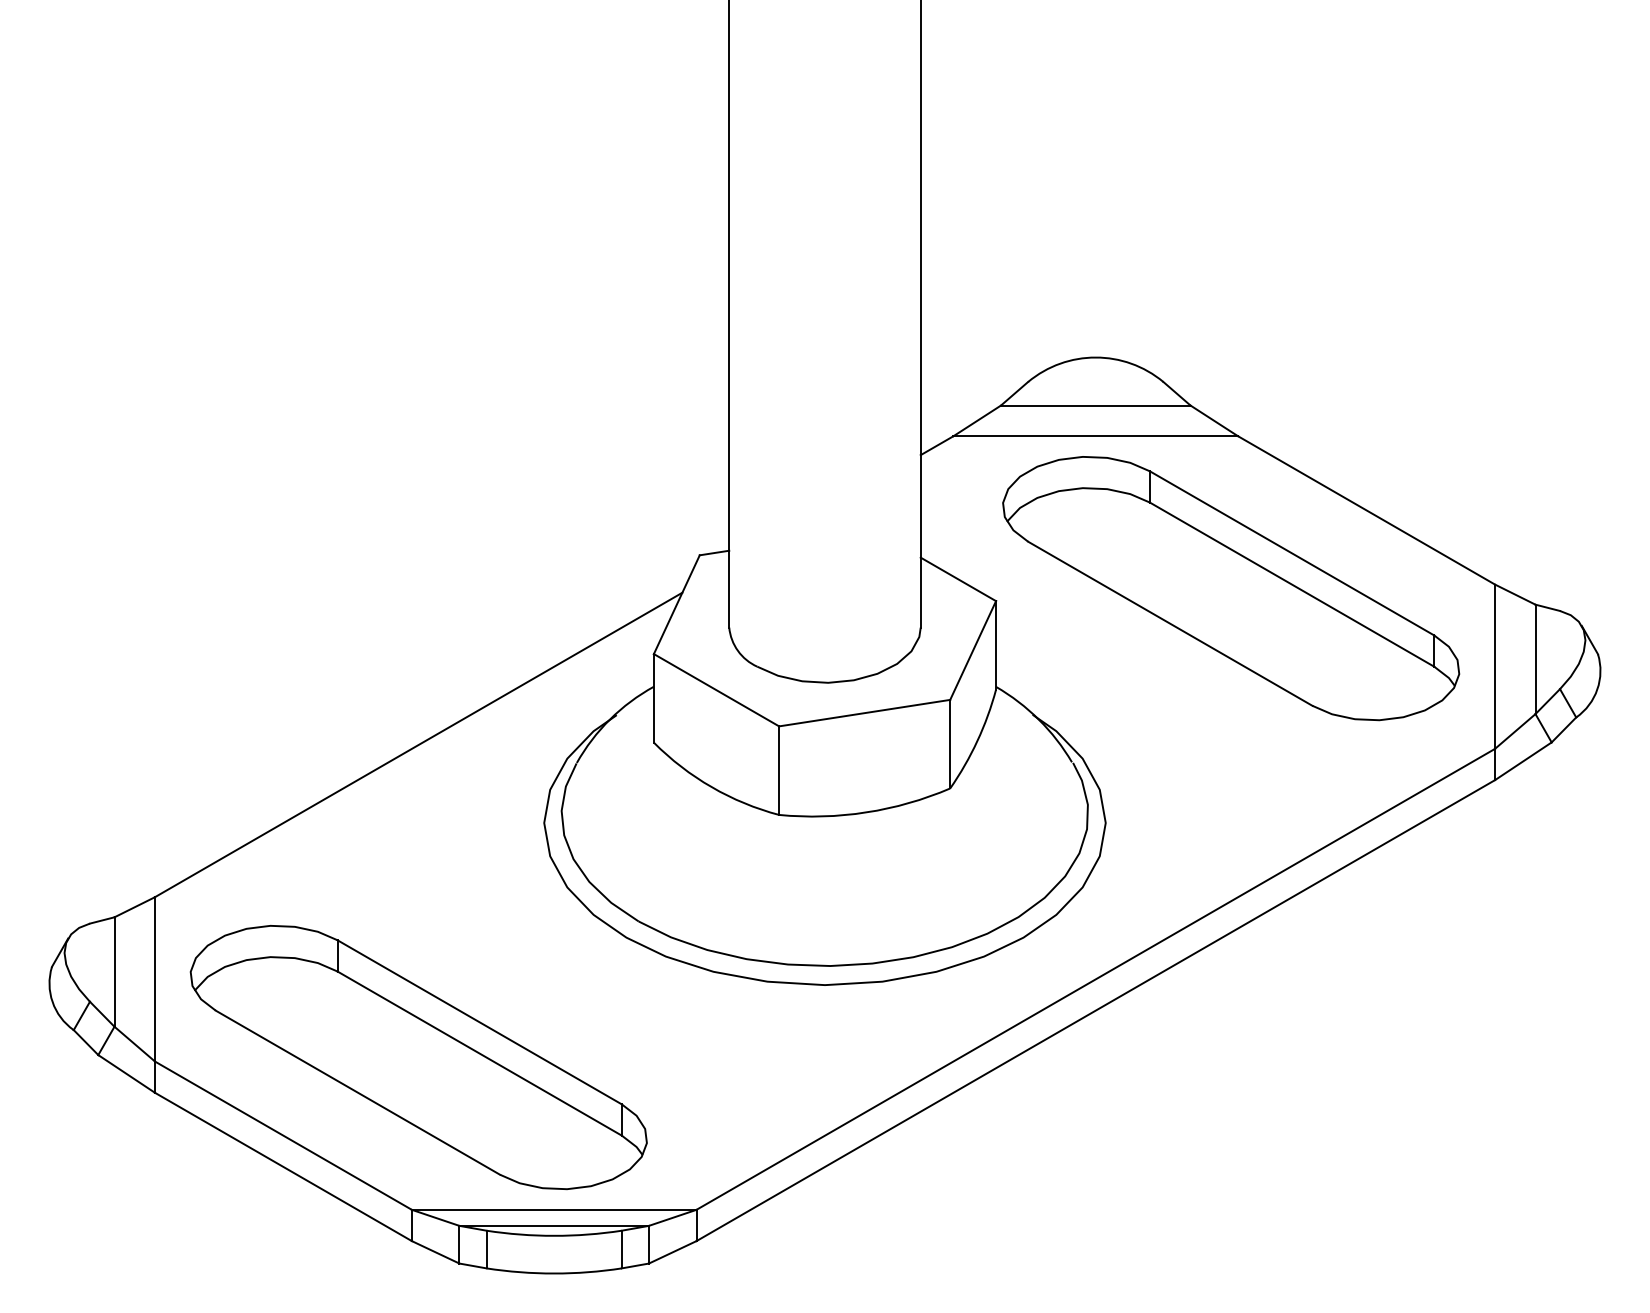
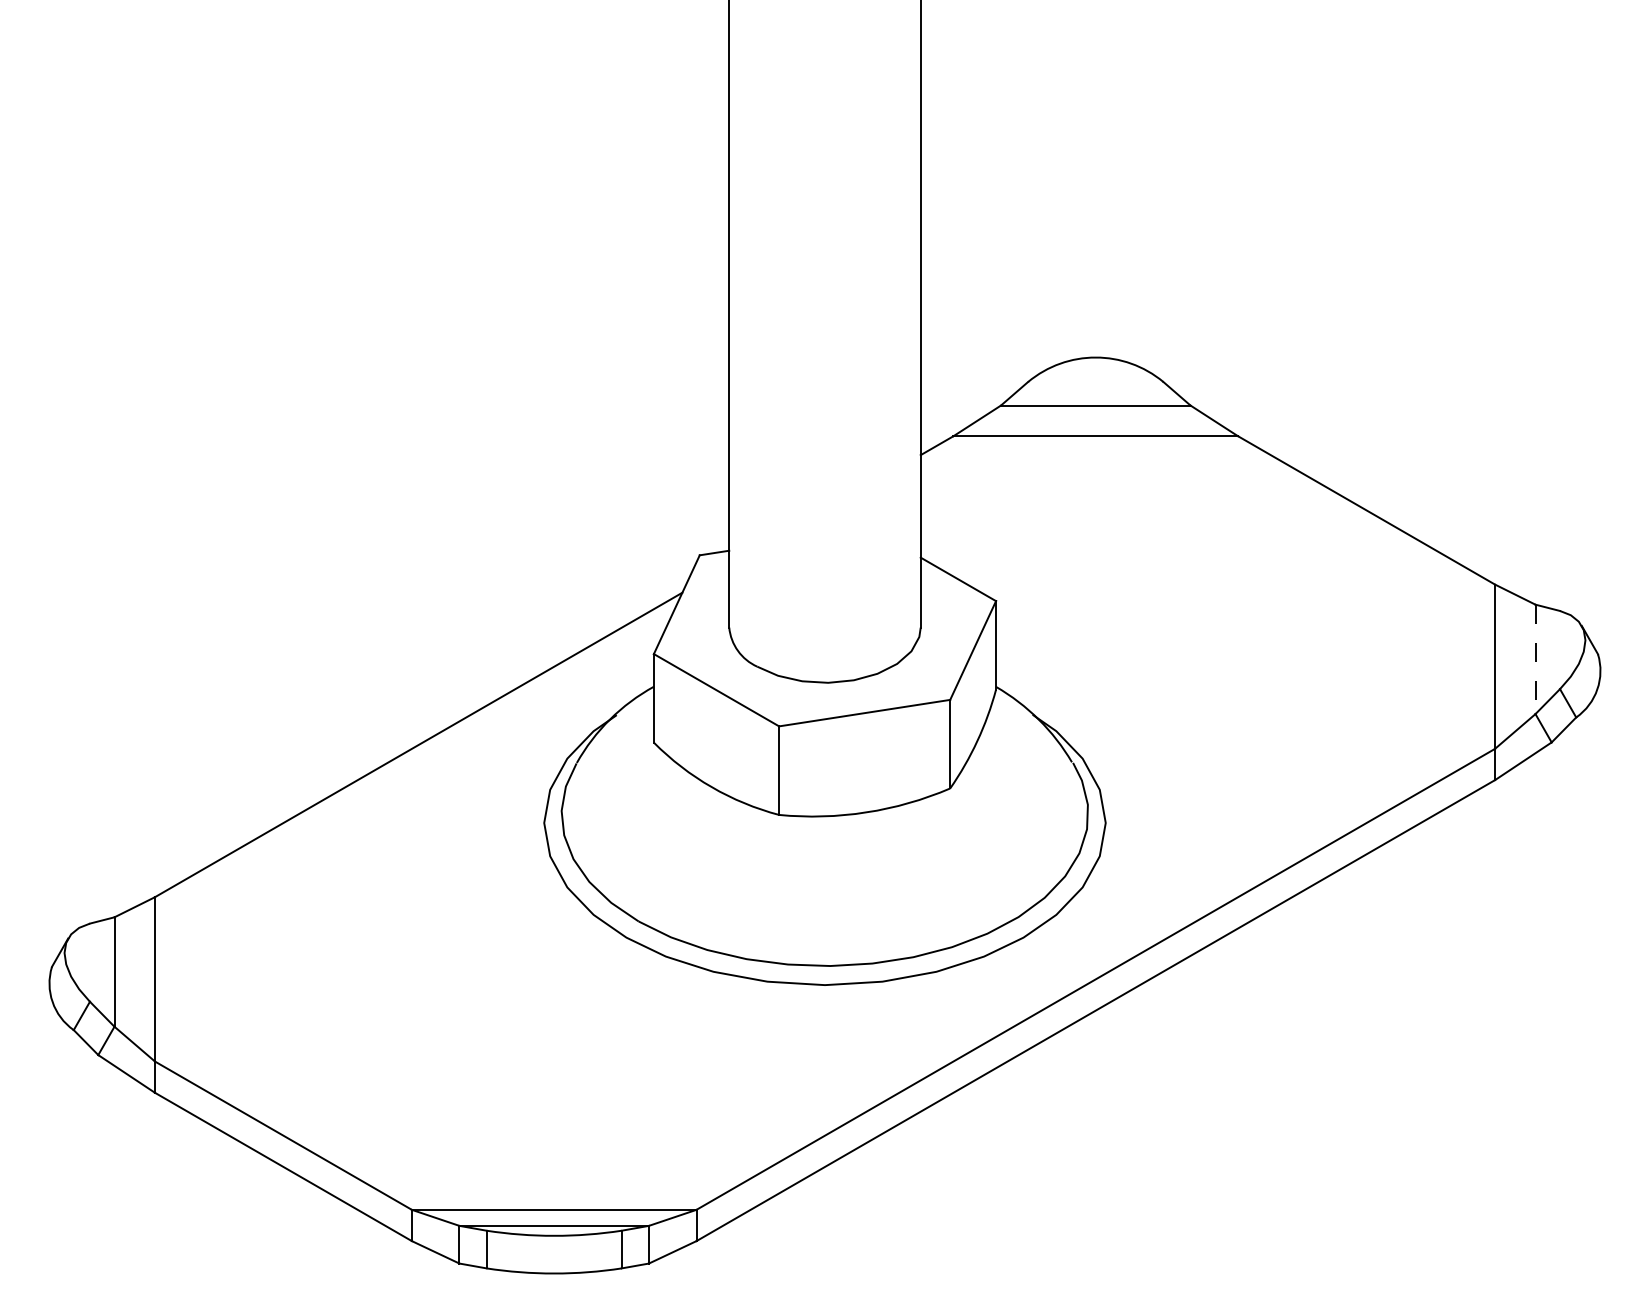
part at (1231, 588): present -> none
line at (1535, 659): solid -> dashed
part at (418, 1057): present -> none
